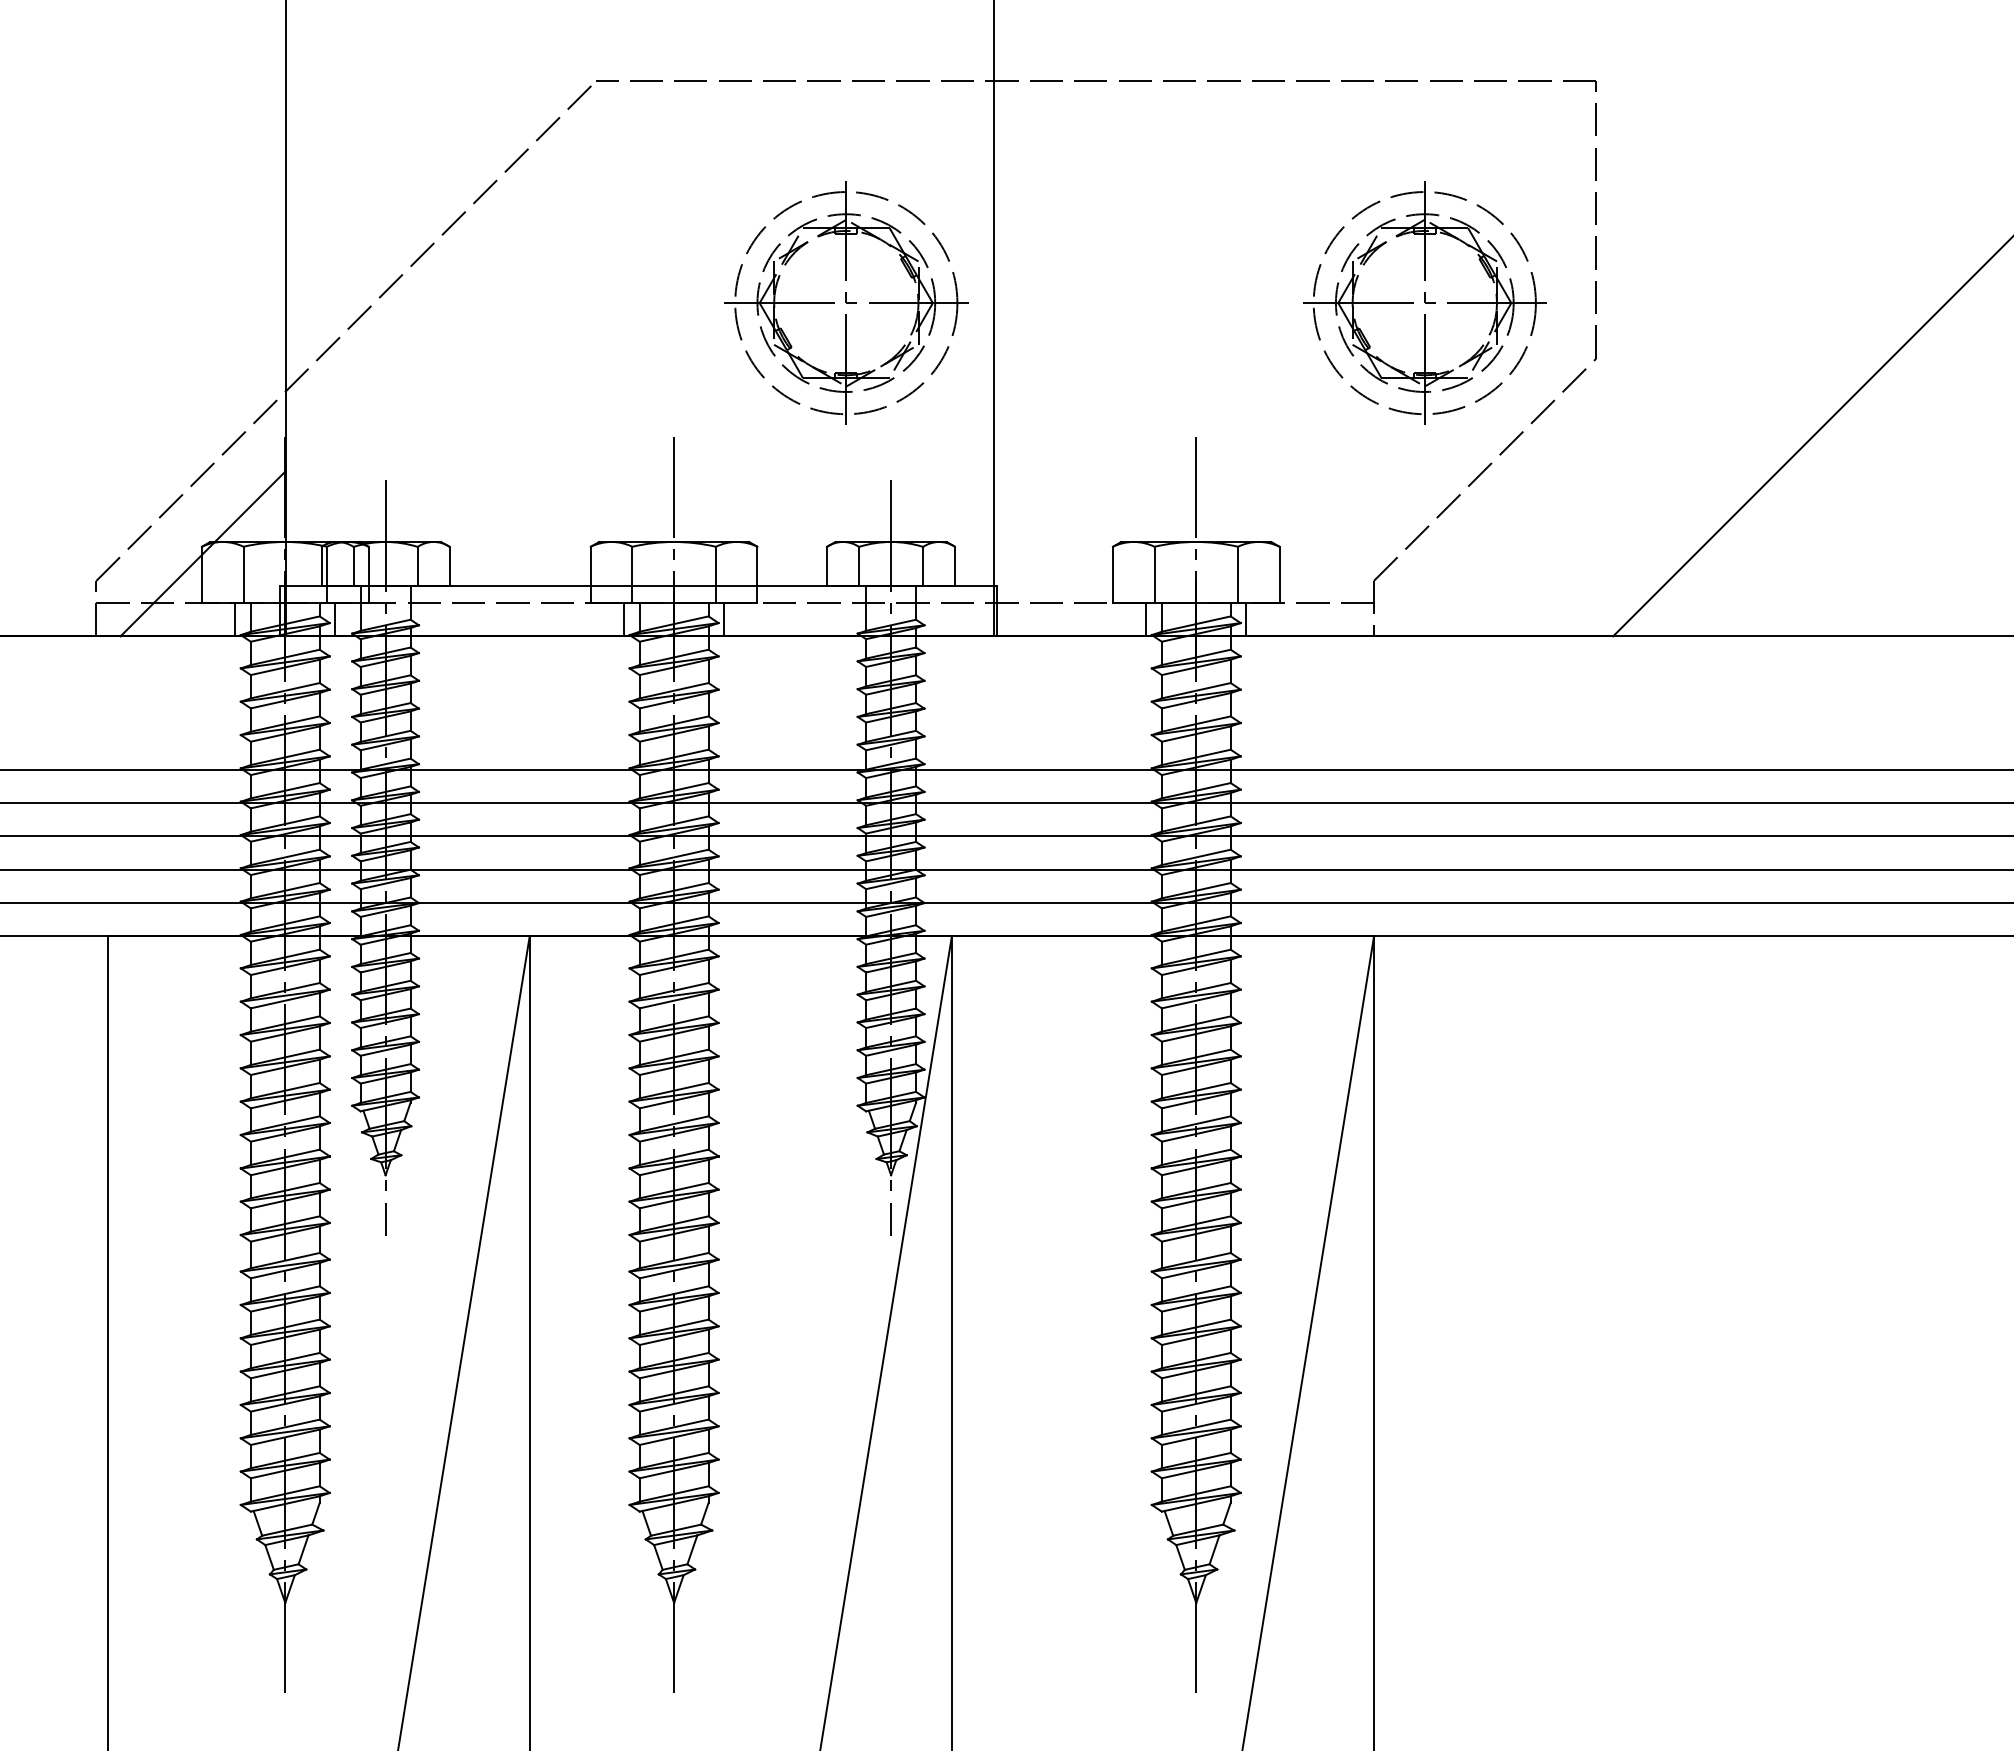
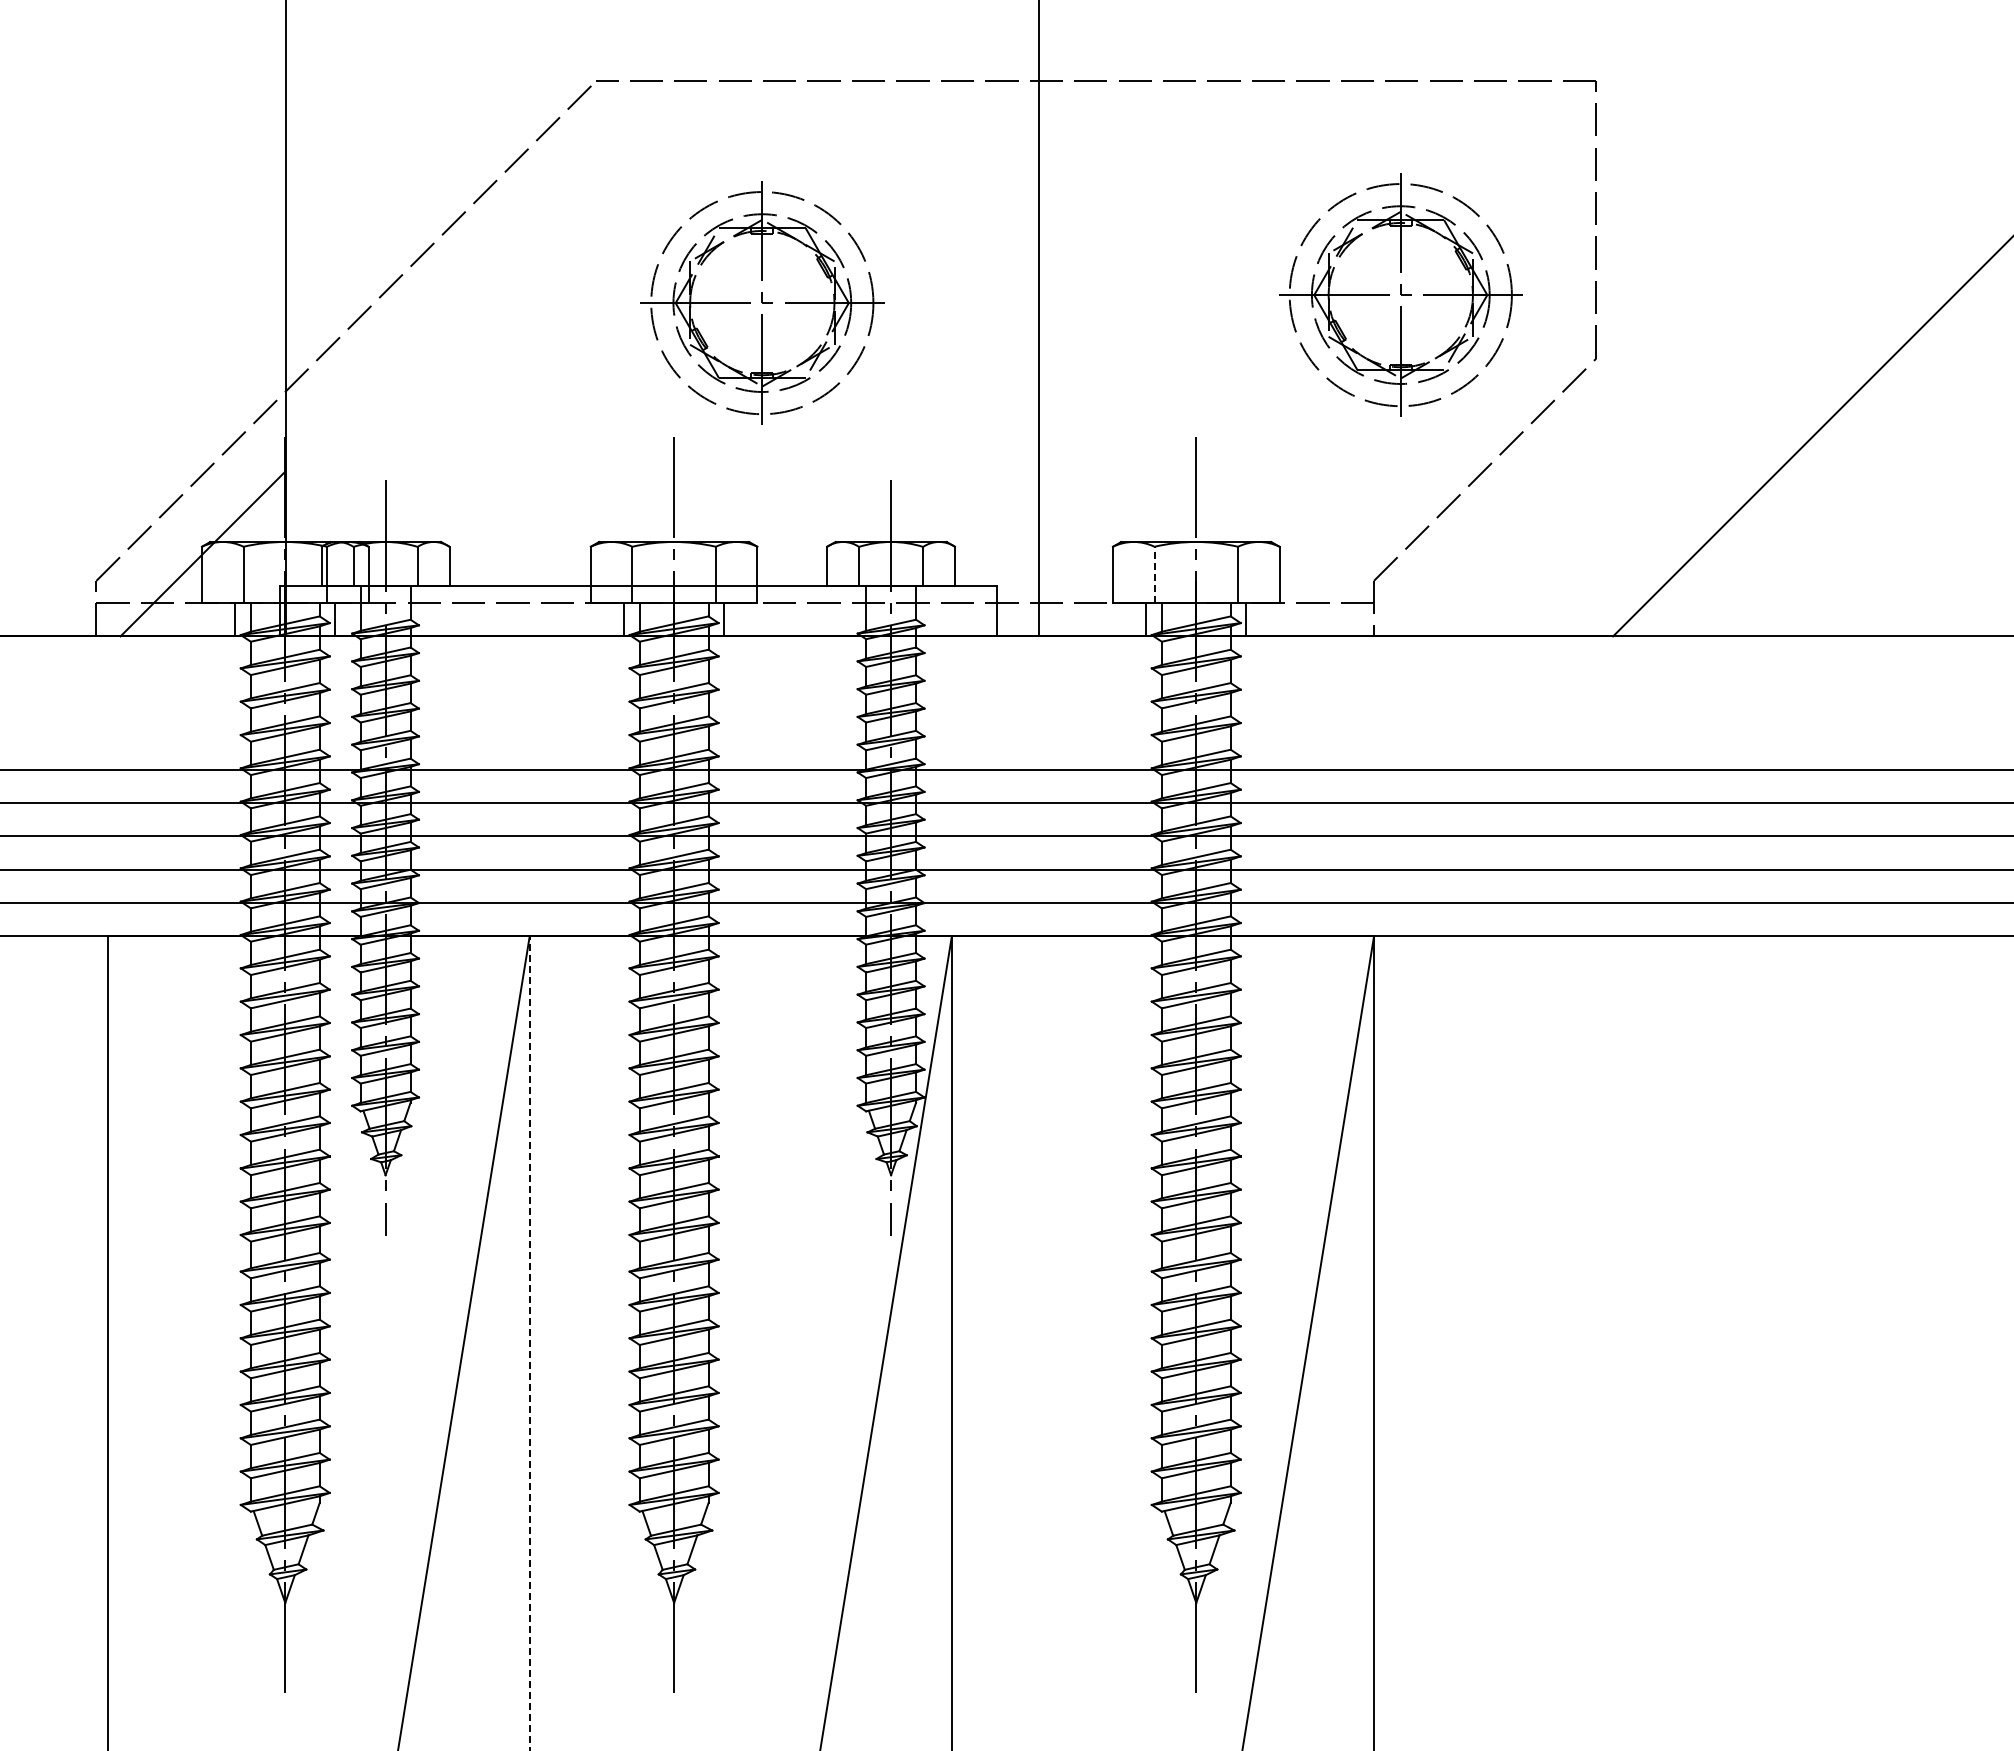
part at (846, 302) position: (846, 302) -> (762, 302)
part at (1424, 302) position: (1424, 302) -> (1400, 294)
line at (993, 319) position: (993, 319) -> (1038, 319)
line at (1154, 574): solid -> dashed
line at (529, 1343): solid -> dashed
